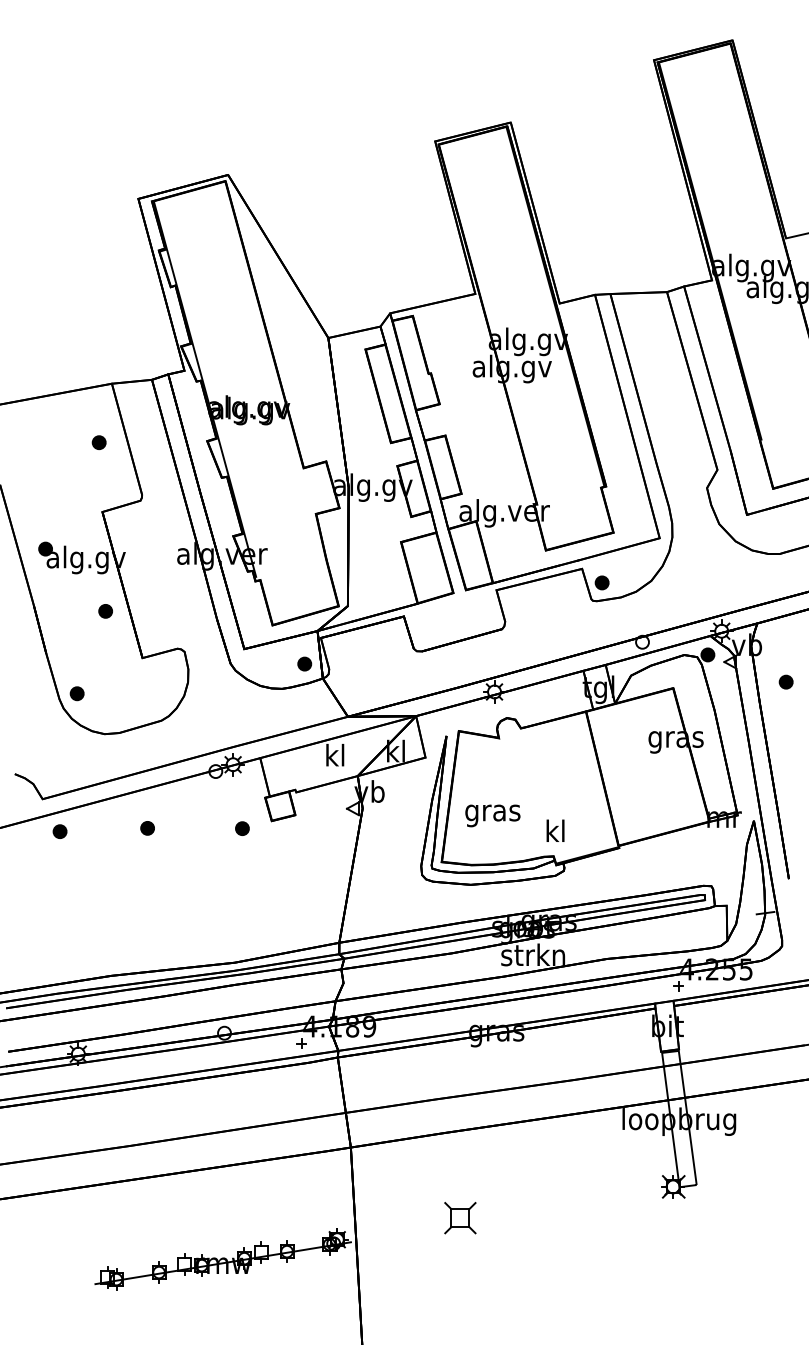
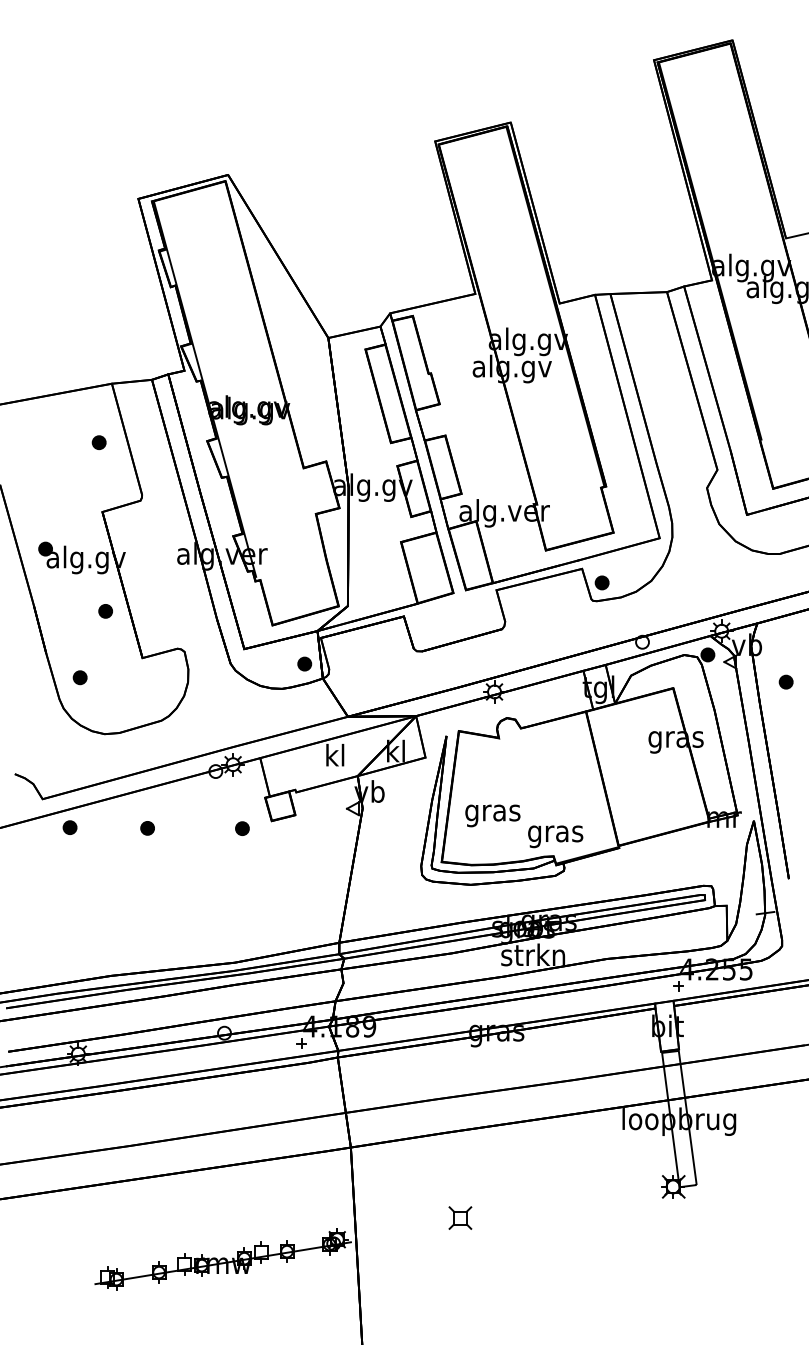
part at (76, 693) position: (76, 693) -> (79, 677)
part at (59, 831) position: (59, 831) -> (69, 827)
text at (555, 833): kl -> gras
part at (460, 1218) size: 33x33 px -> 25x24 px
